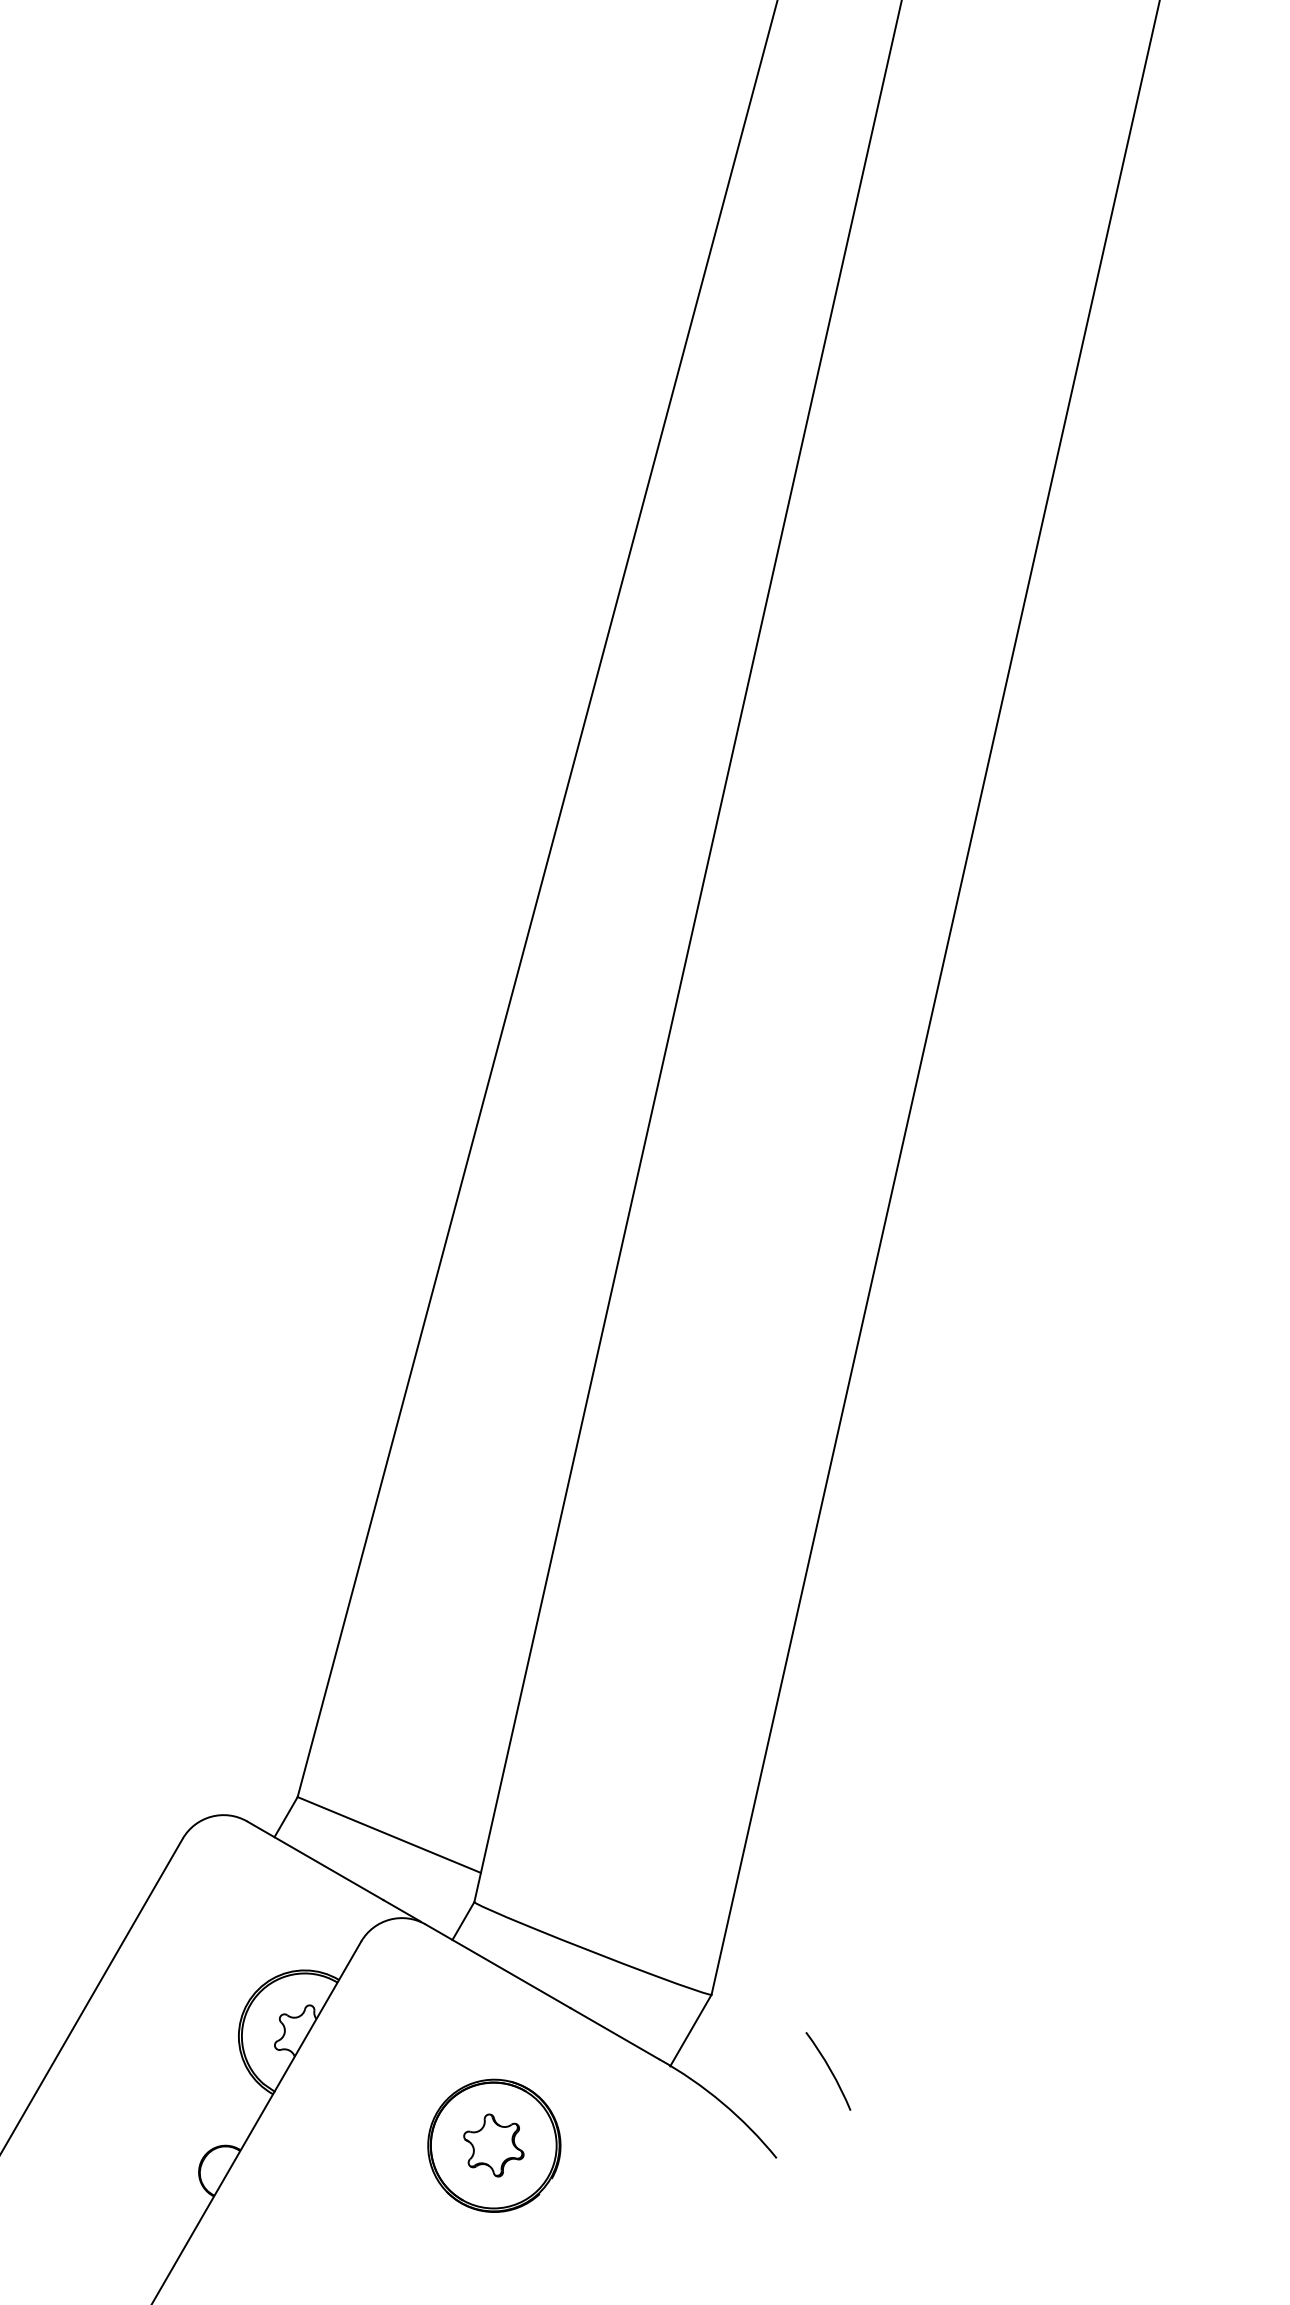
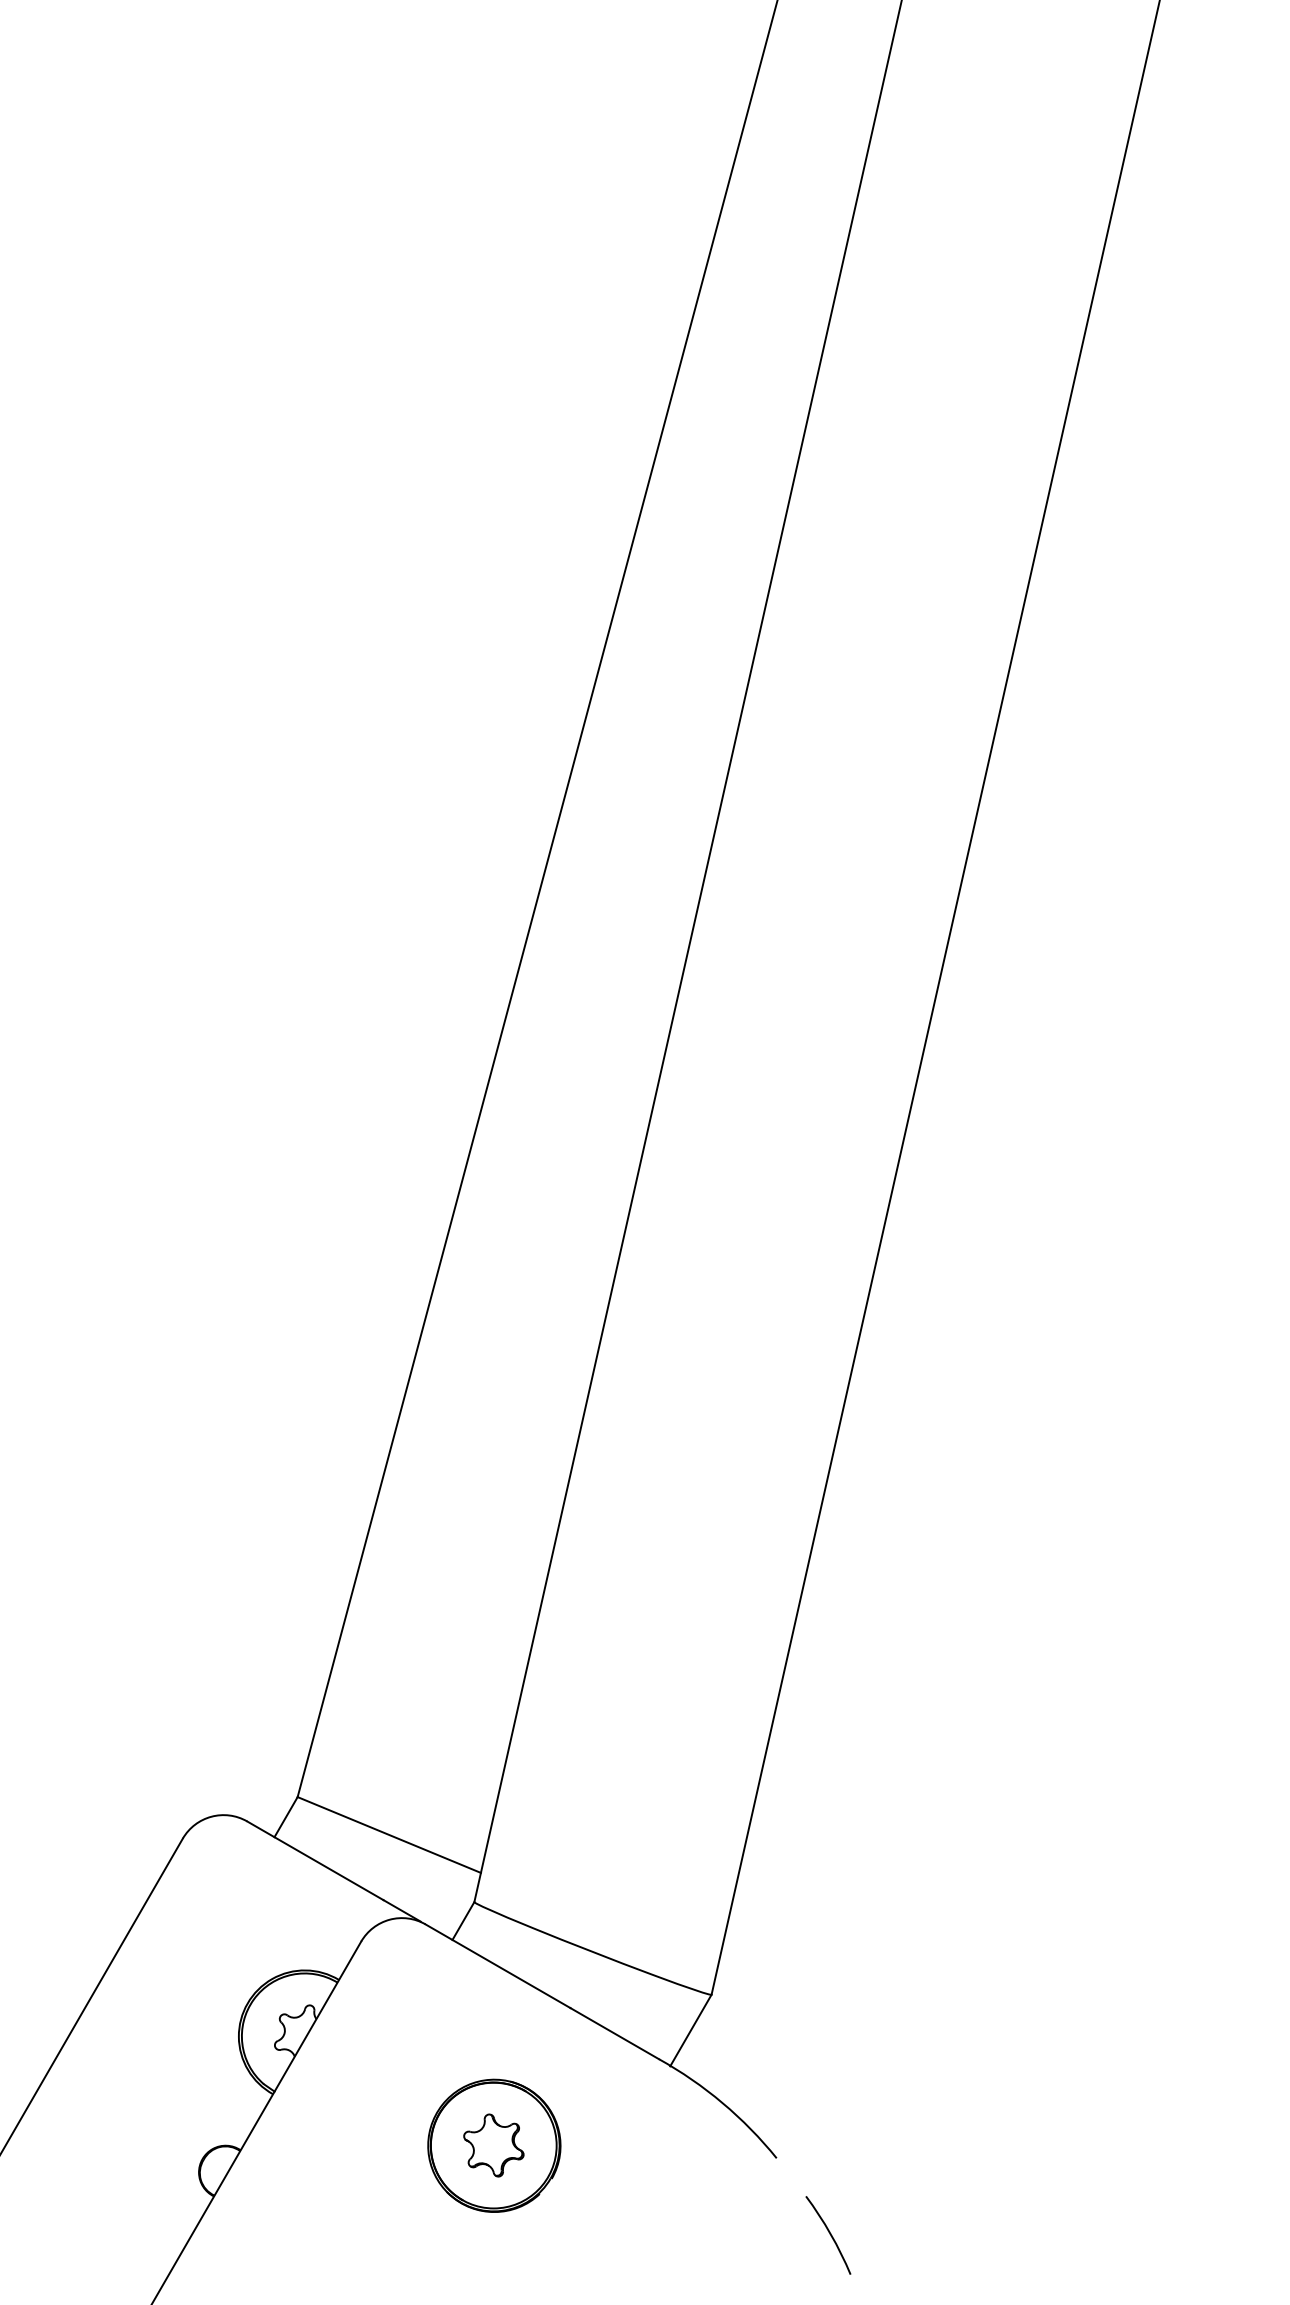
arc at (829, 2070) position: (829, 2070) -> (829, 2234)
